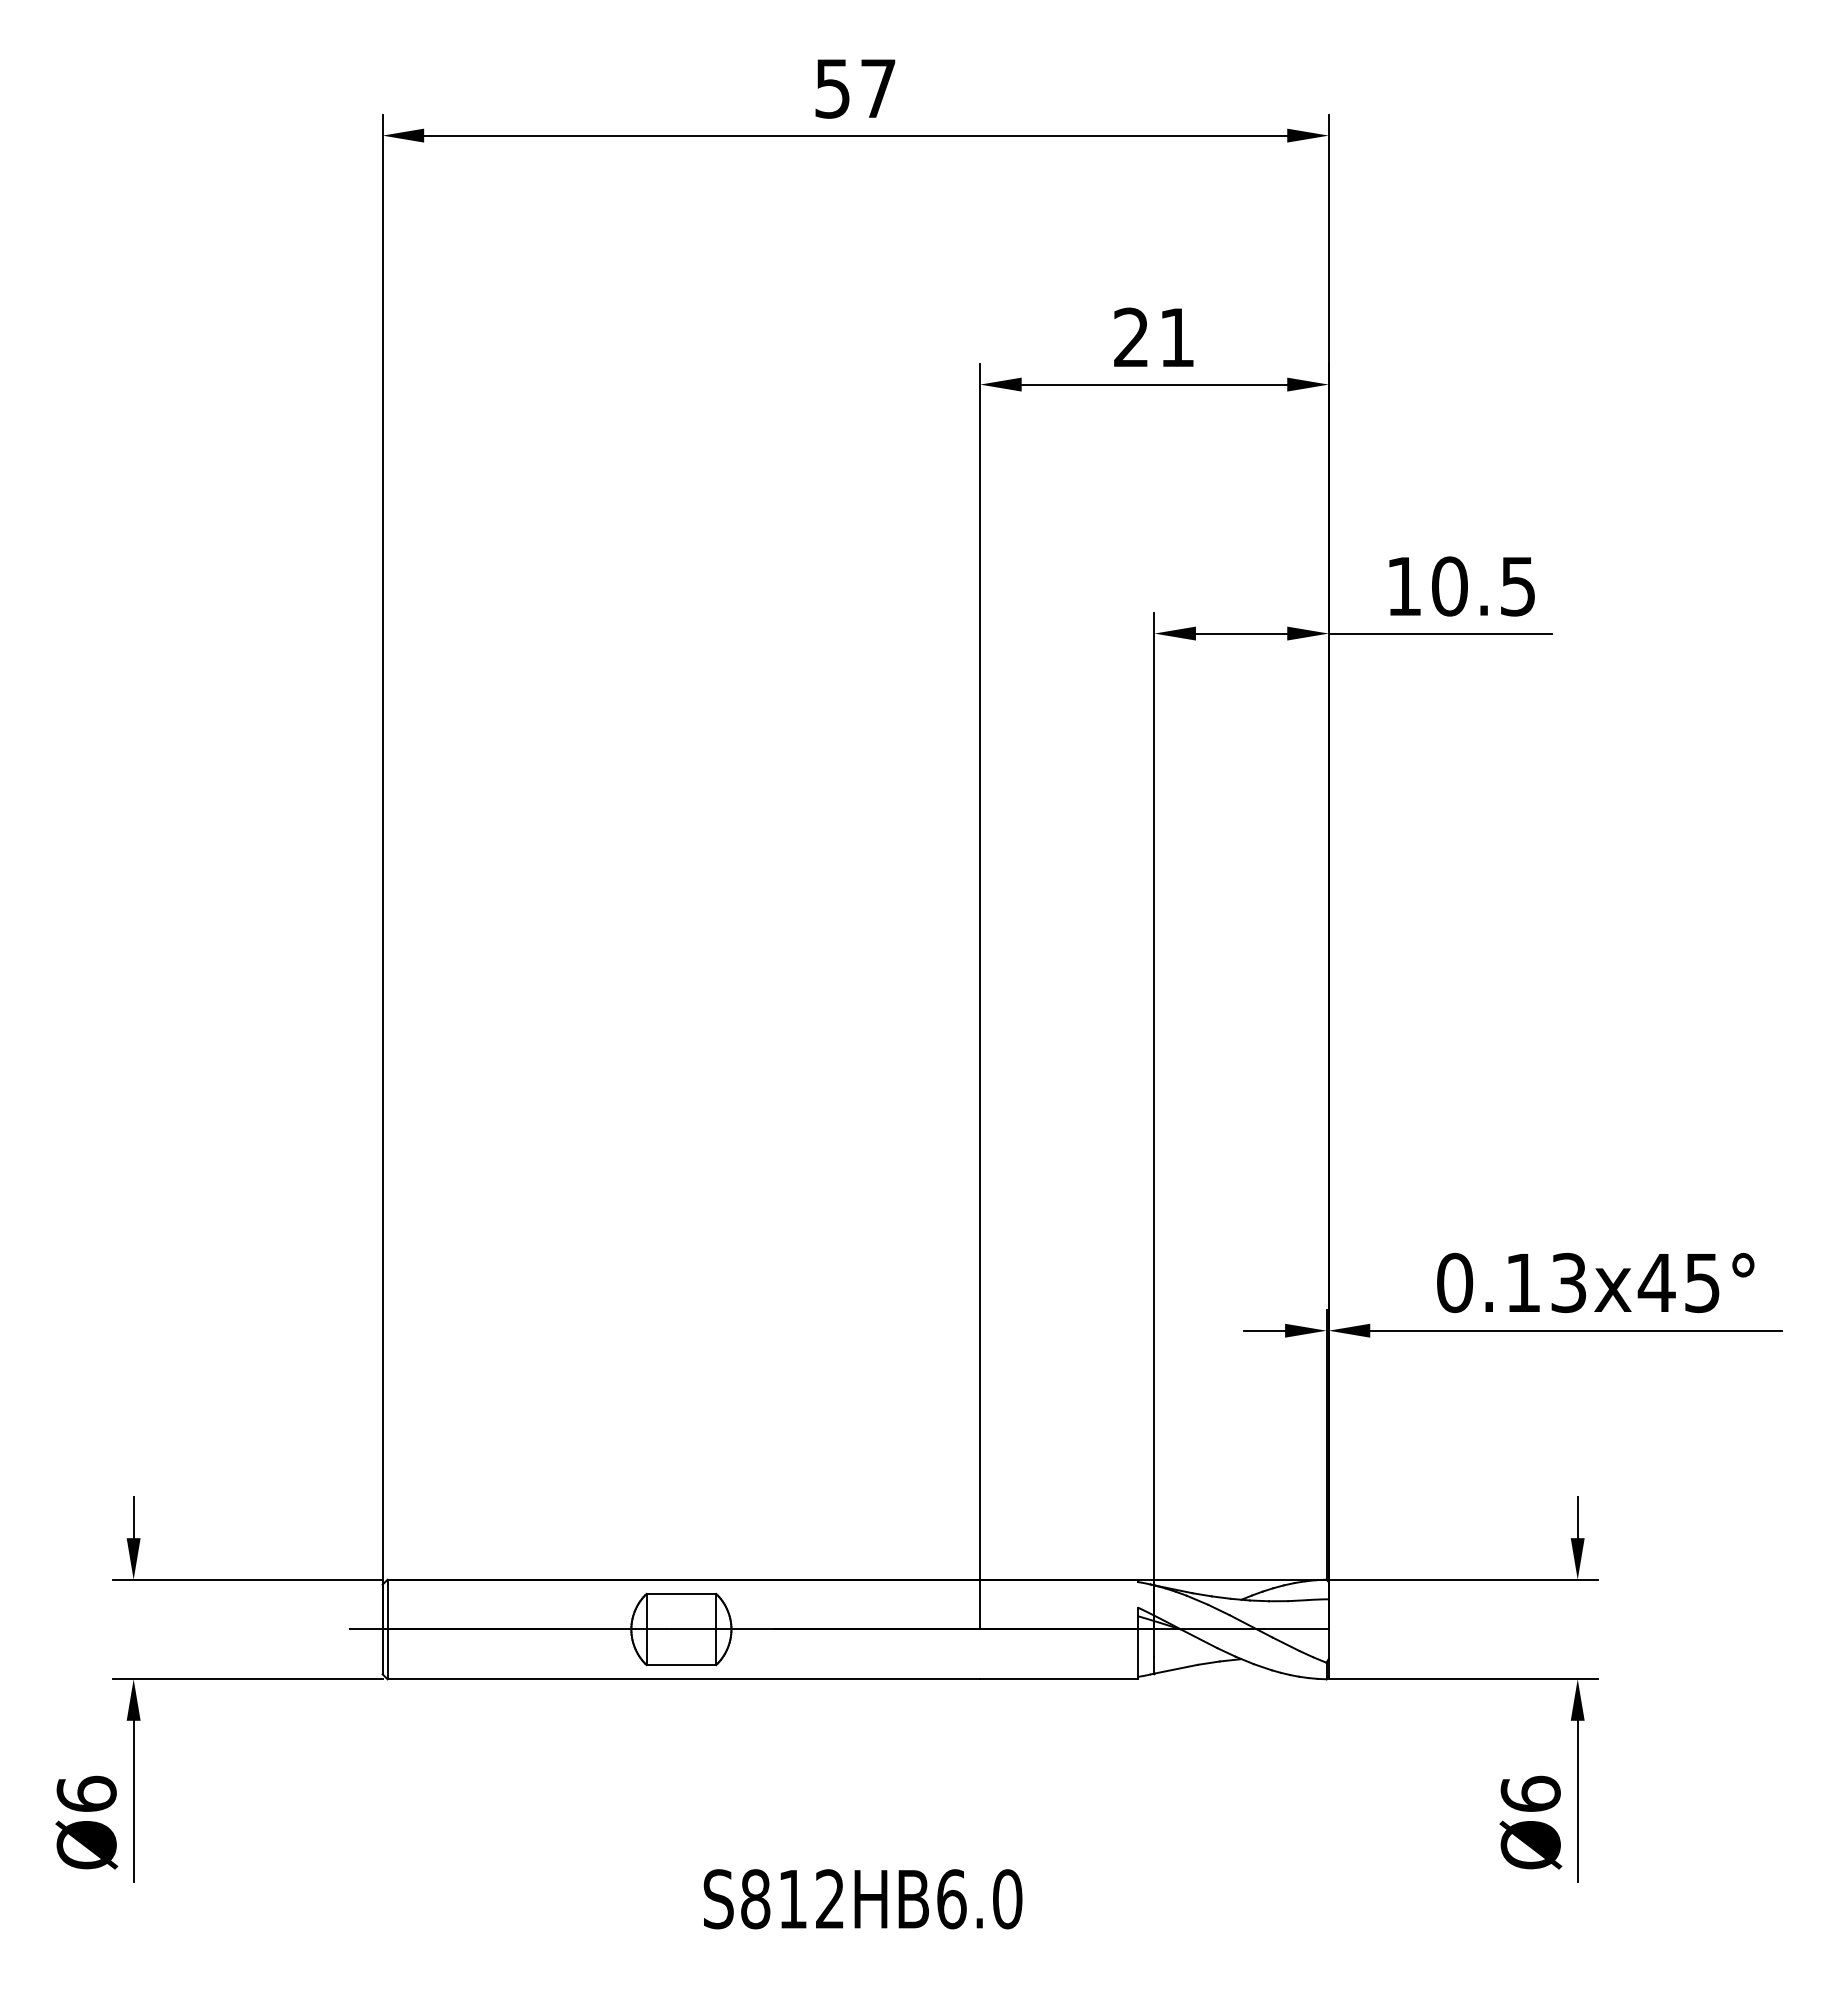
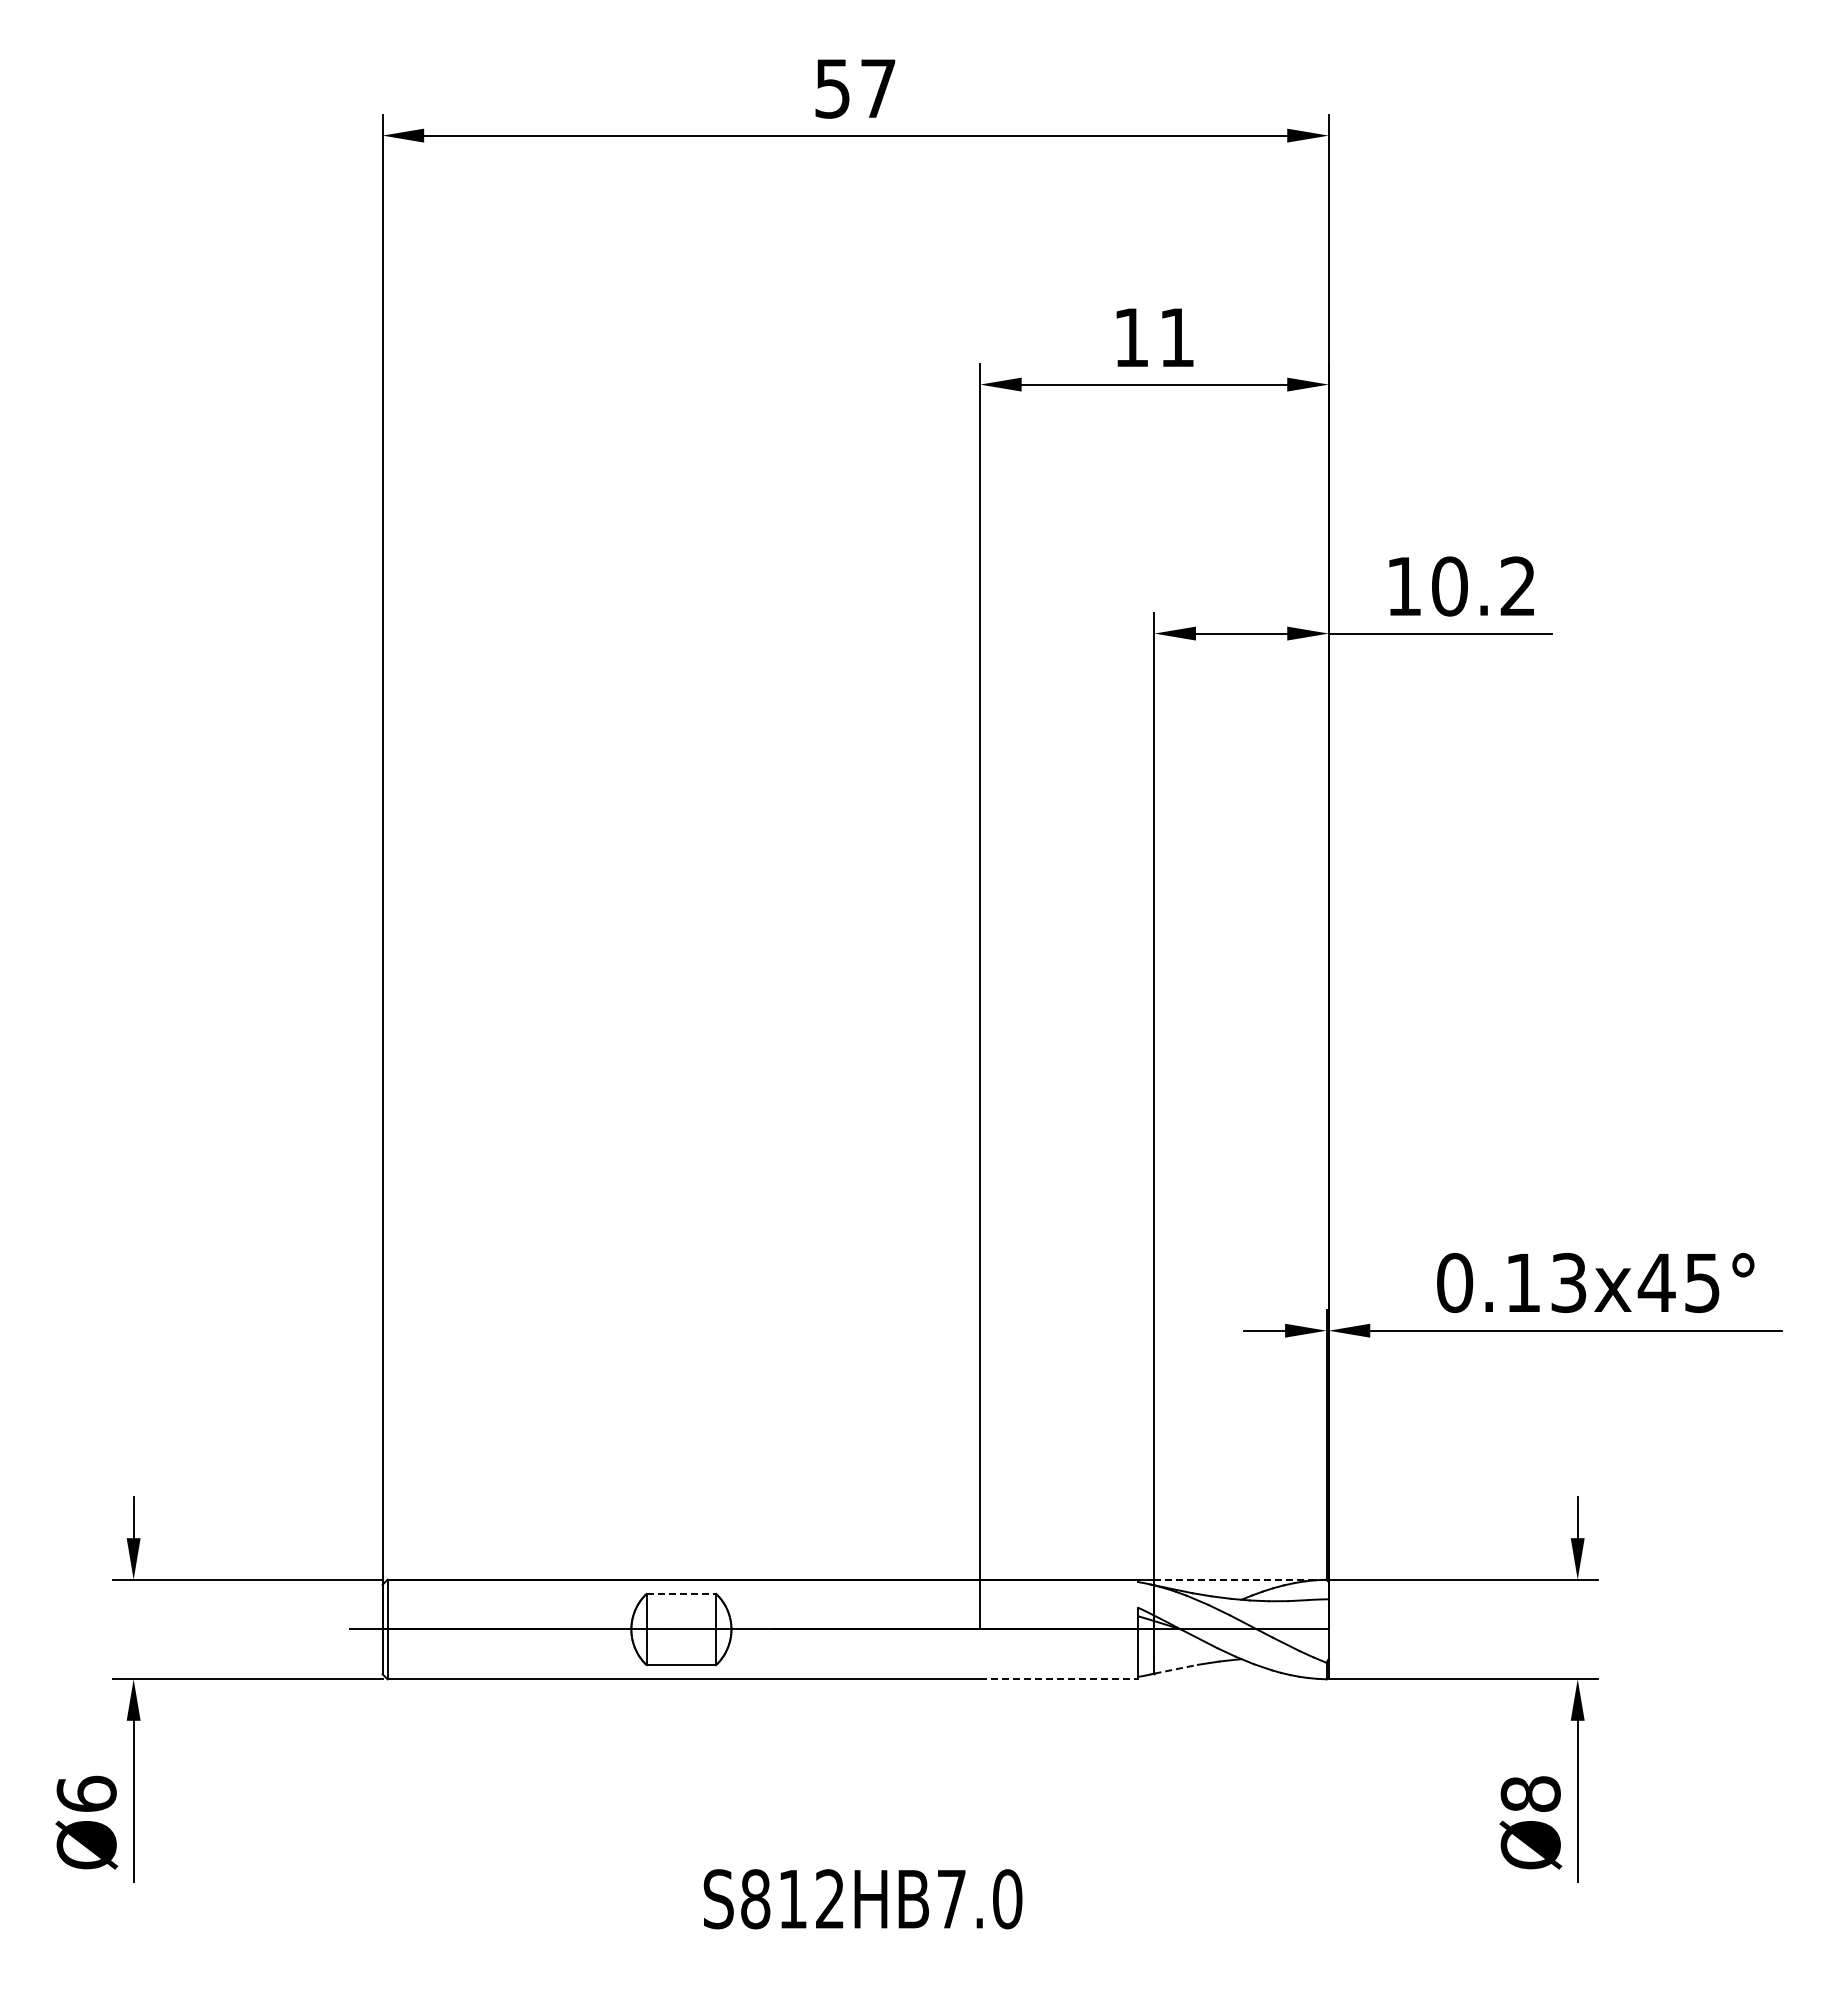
text at (1130, 336): 21 -> 11
text at (1517, 586): 10.5 -> 10.2
line at (1241, 1579): solid -> dashed
line at (681, 1593): solid -> dashed
line at (1176, 1669): solid -> dashed
line at (1059, 1679): solid -> dashed
text at (1530, 1793): Ø6 -> Ø8
text at (951, 1899): S812HB6.0 -> S812HB7.0
